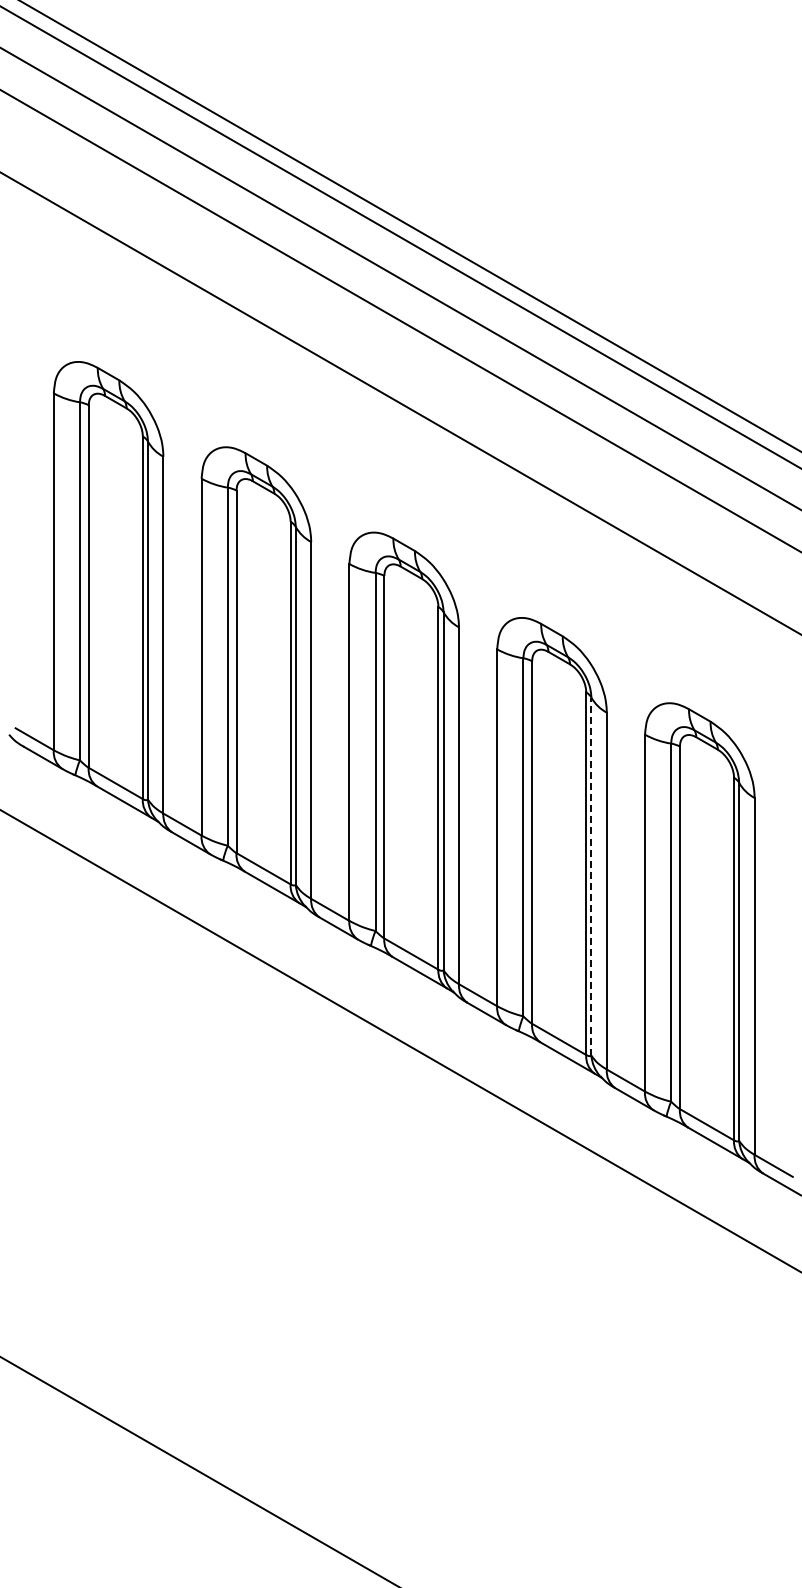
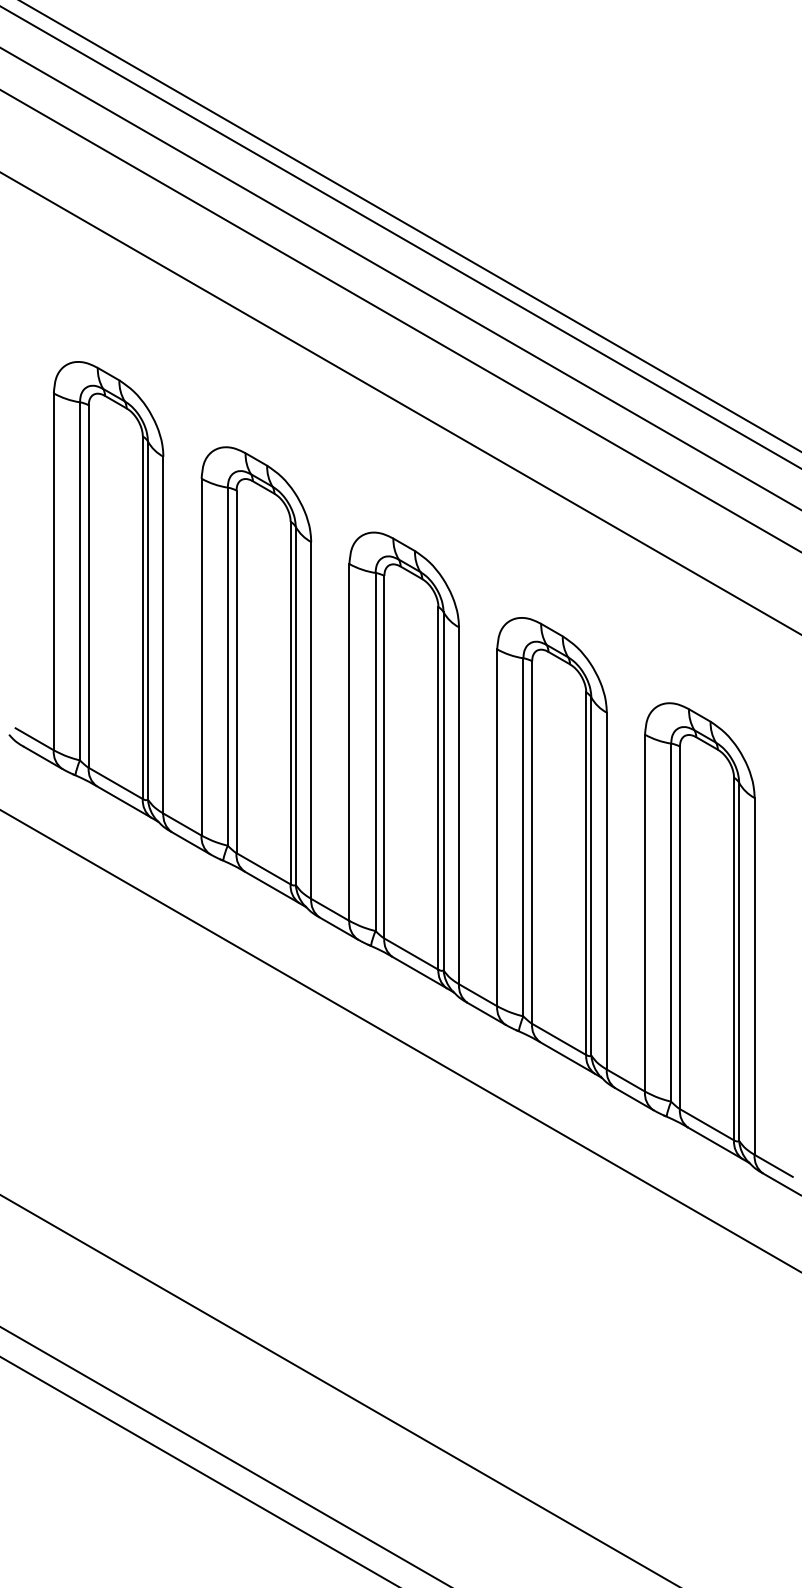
line at (591, 876): dashed -> solid
line at (338, 1390): none -> present
line at (224, 1456): none -> present
